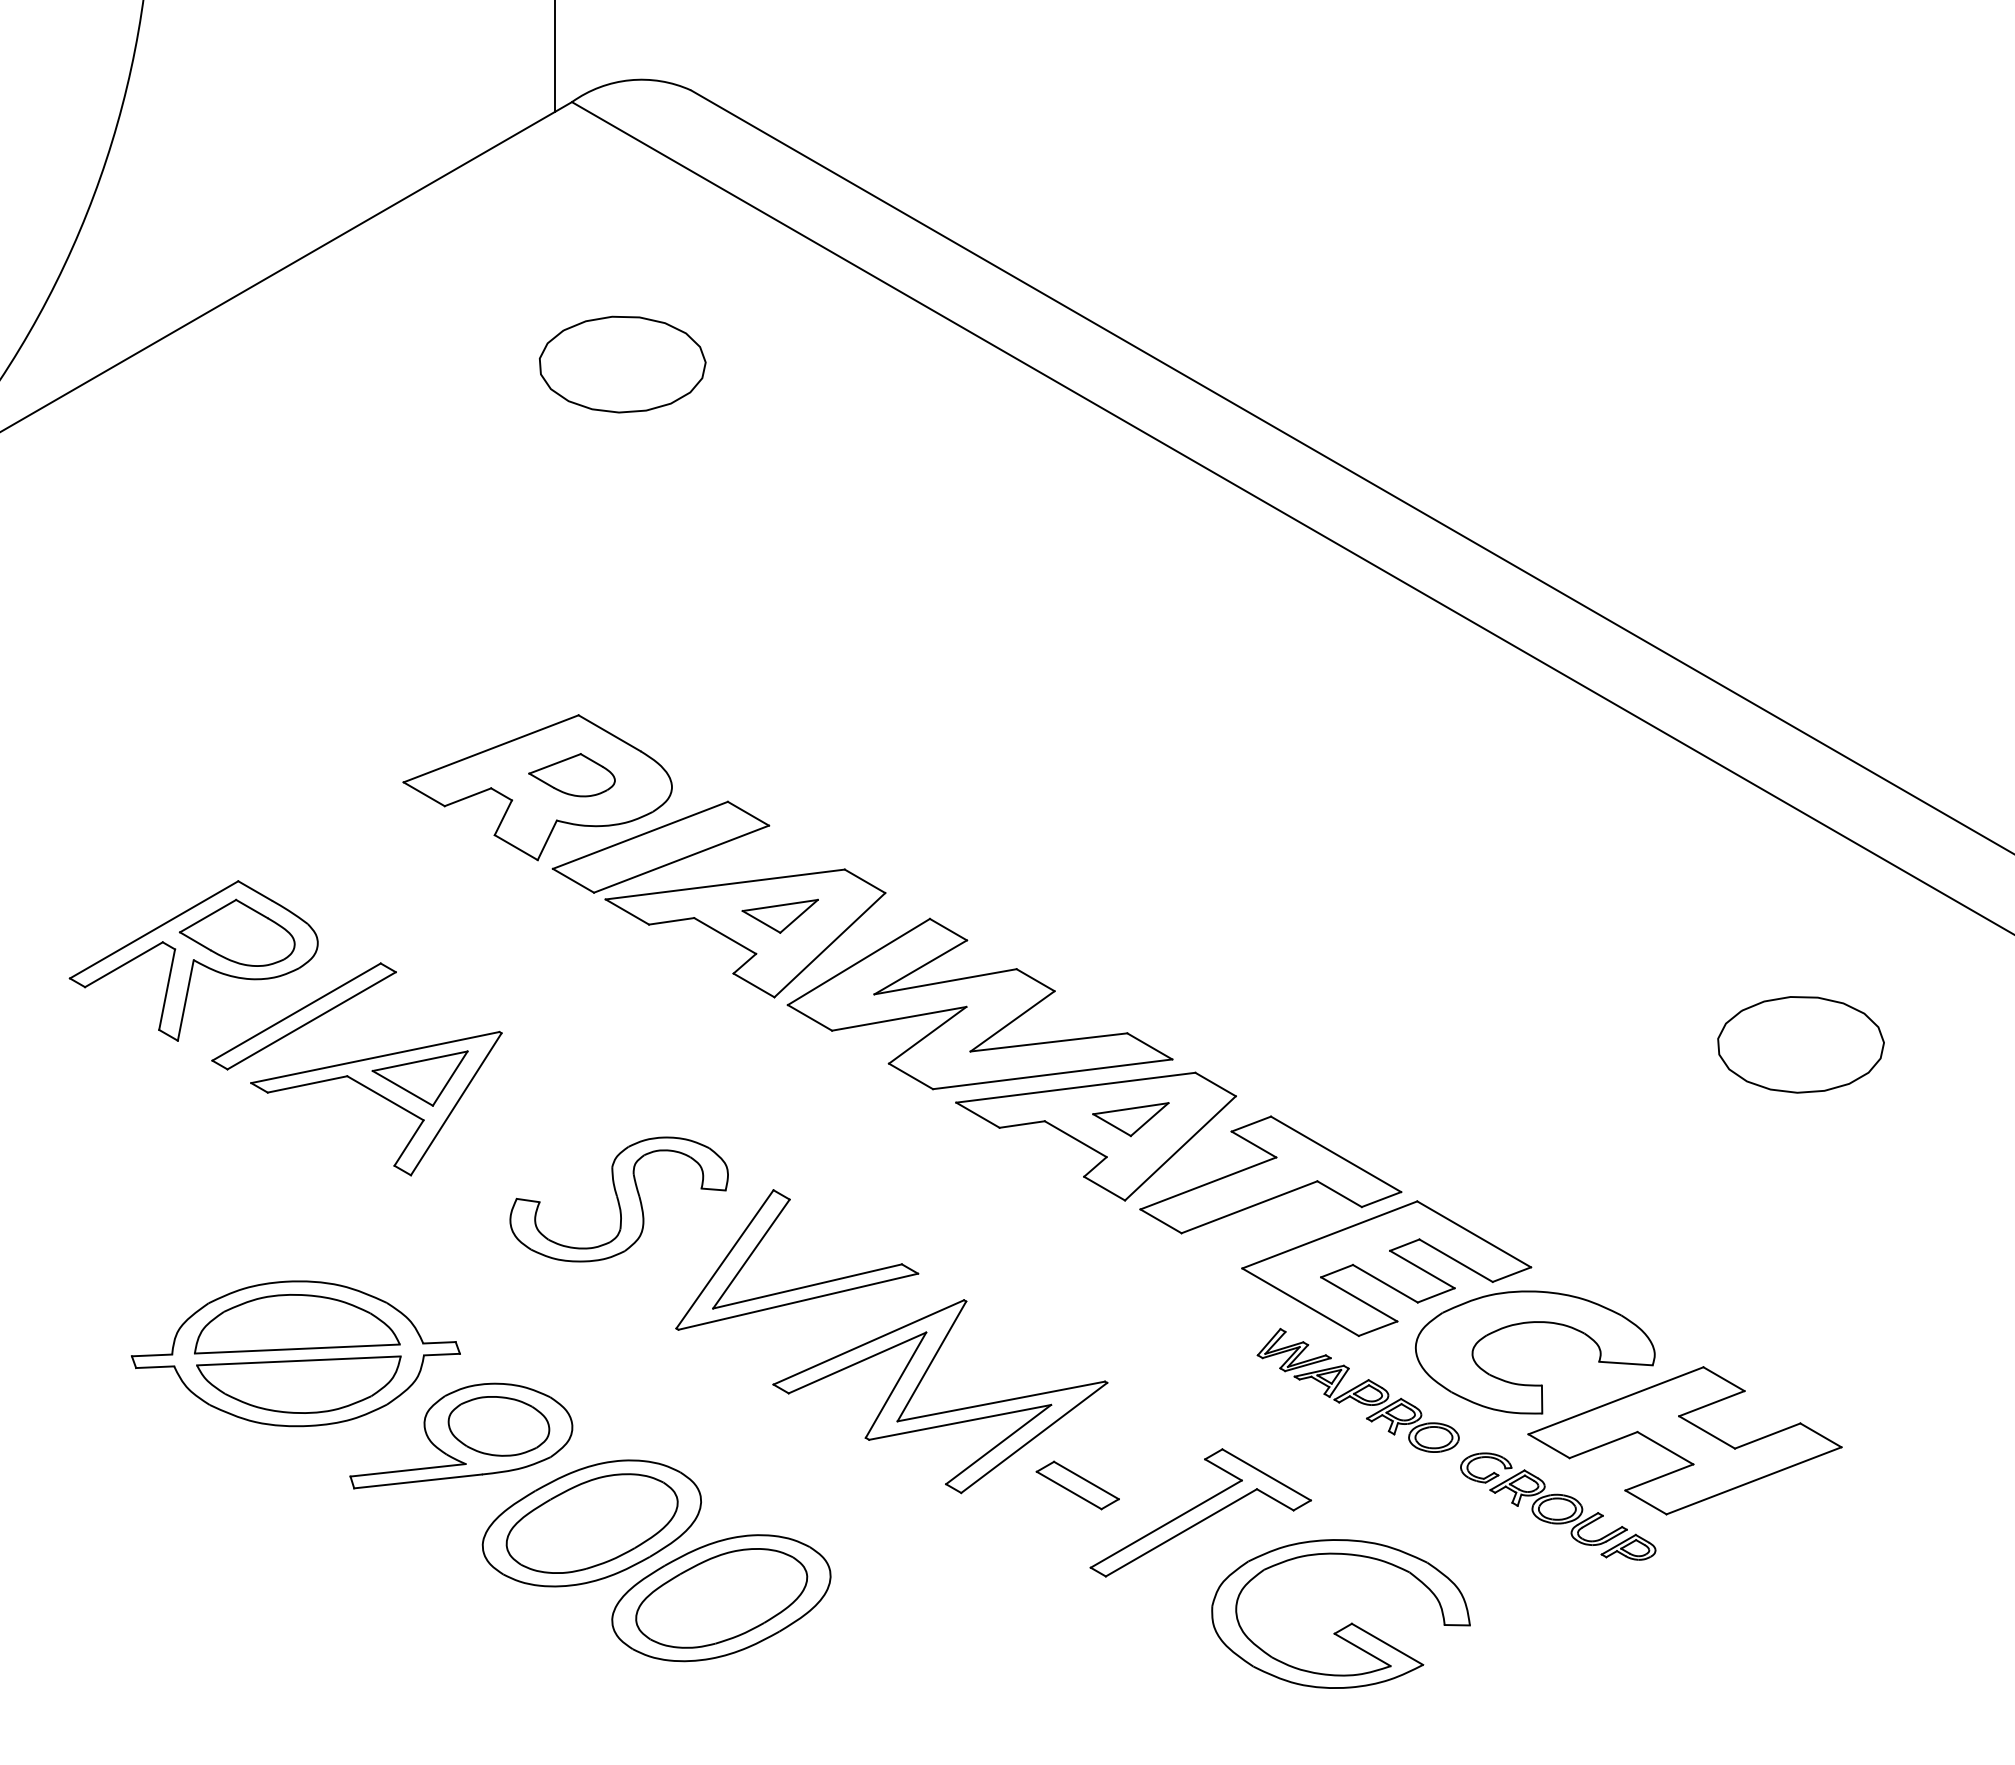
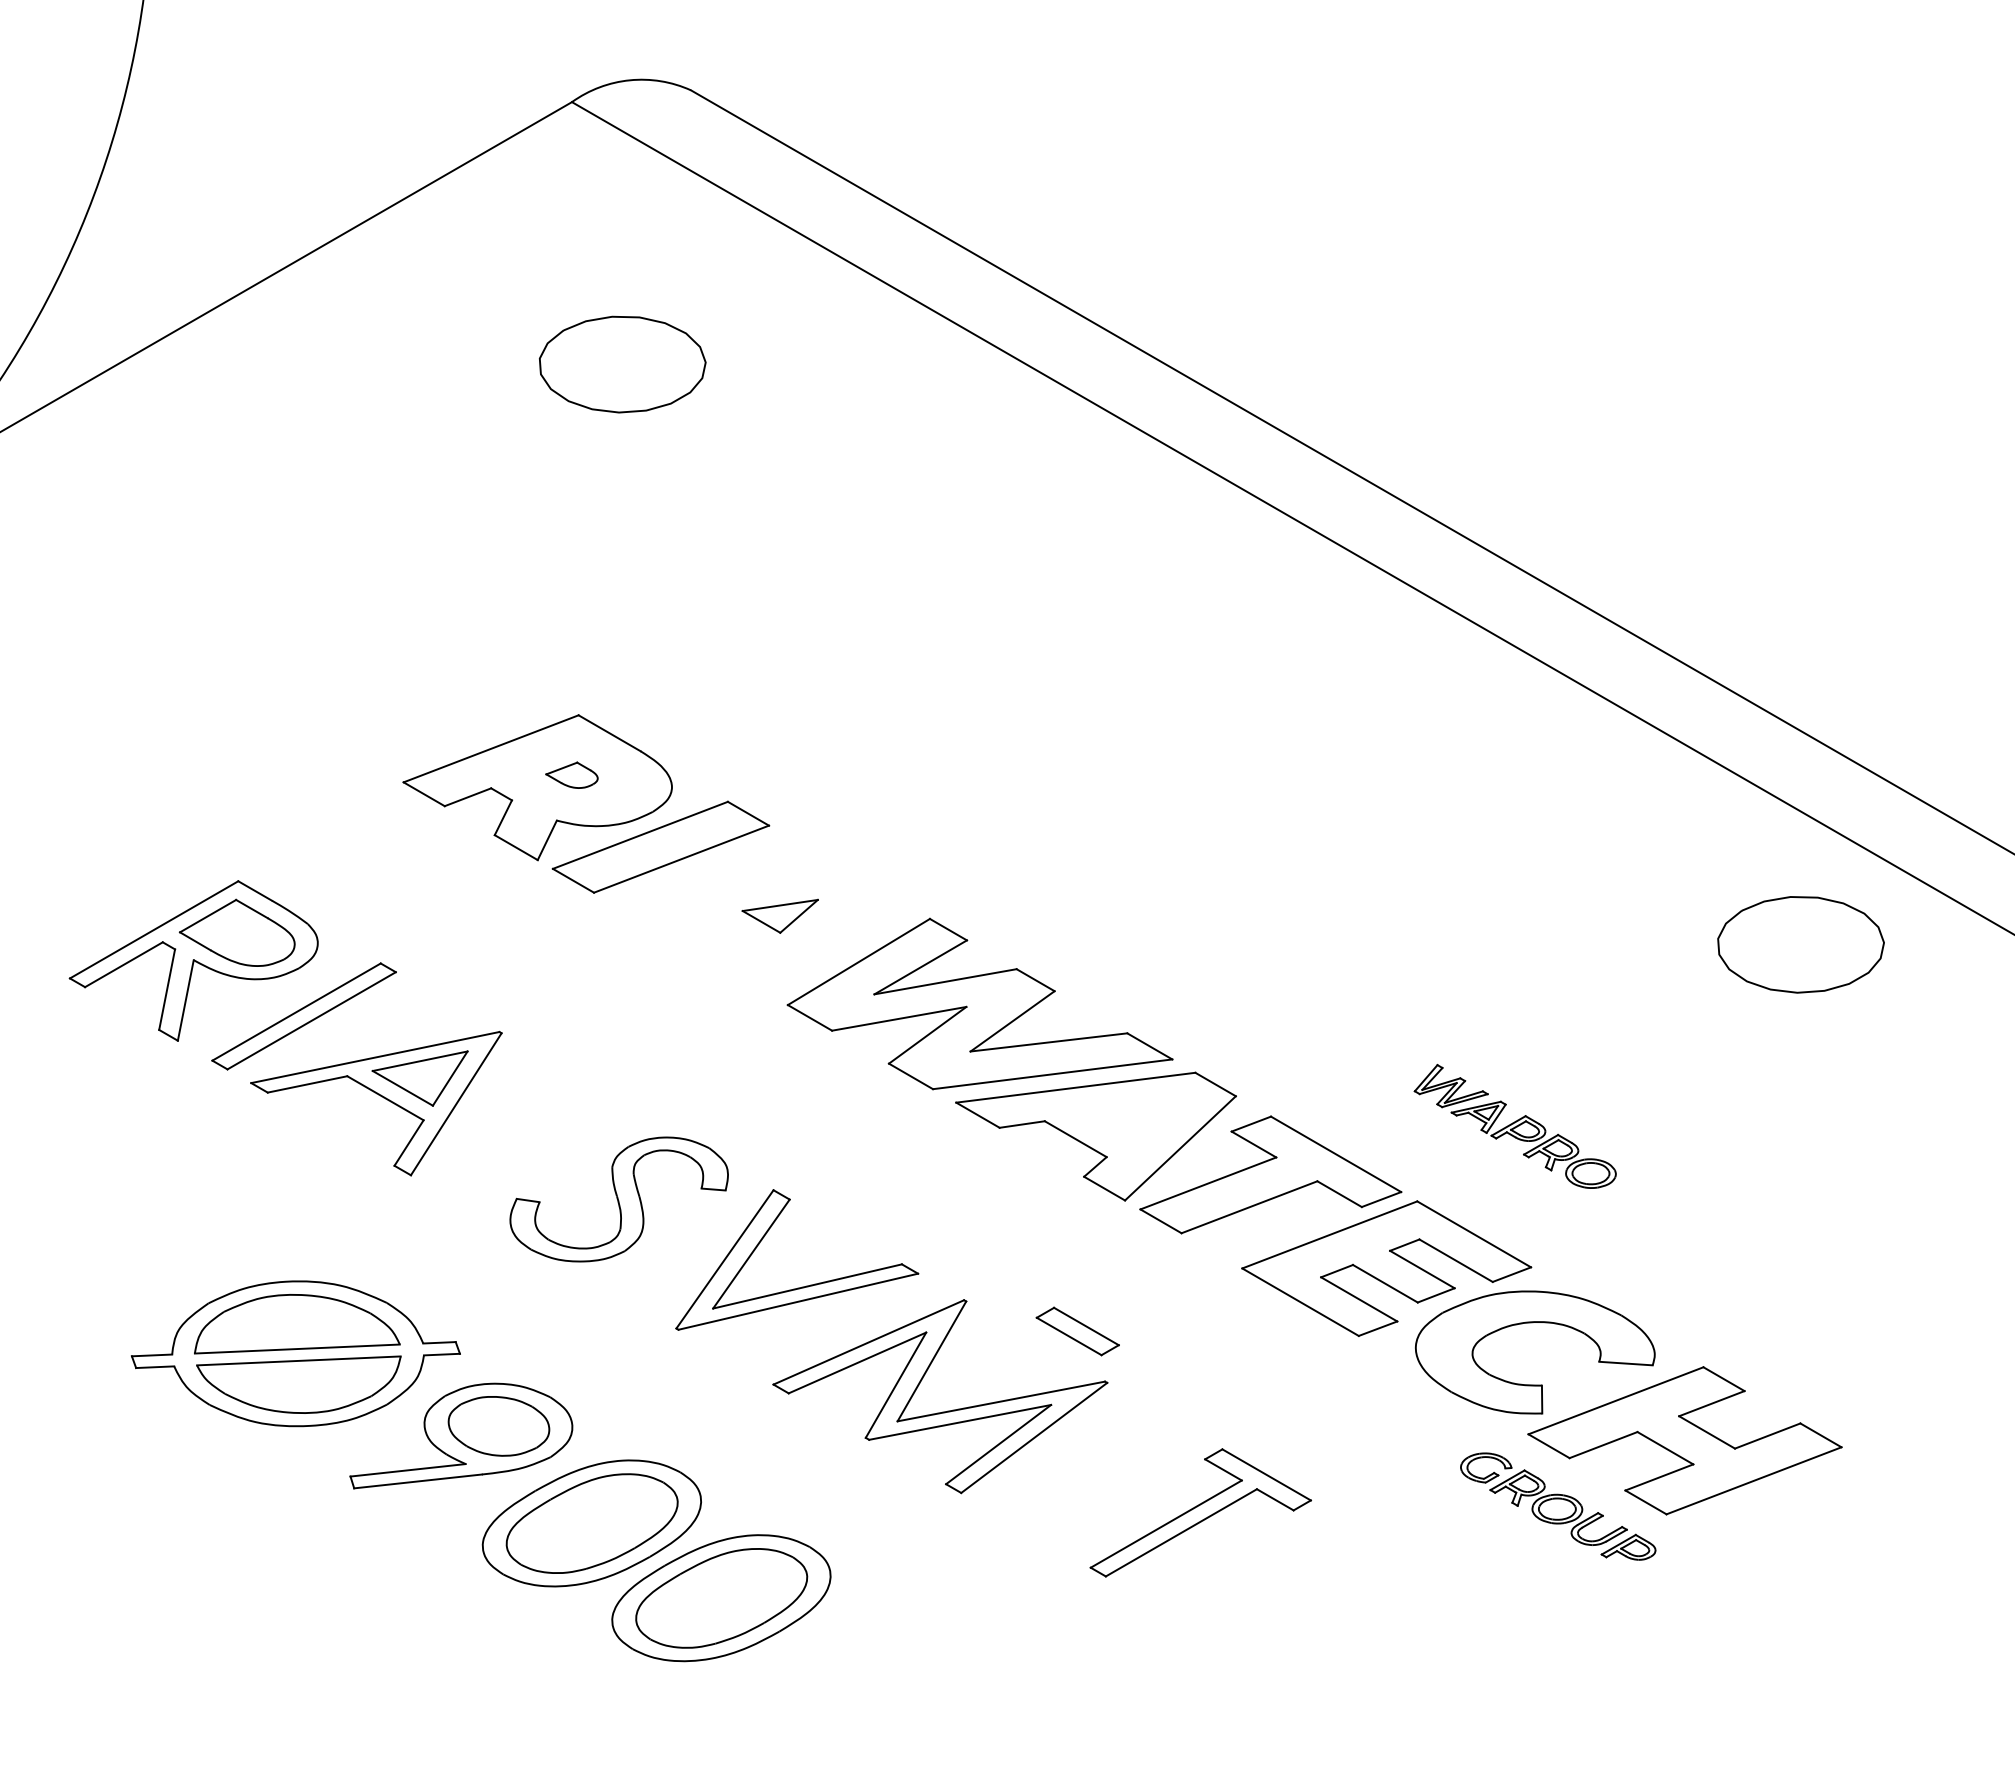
line at (555, 56): present -> none
part at (571, 775) size: 88x45 px -> 54x28 px
part at (745, 933): present -> none
part at (1800, 1044) position: (1800, 1044) -> (1800, 944)
part at (1130, 1119): present -> none
part at (1357, 1390) position: (1357, 1390) -> (1514, 1126)
part at (1077, 1485) position: (1077, 1485) -> (1077, 1331)
part at (1346, 1625): present -> none
